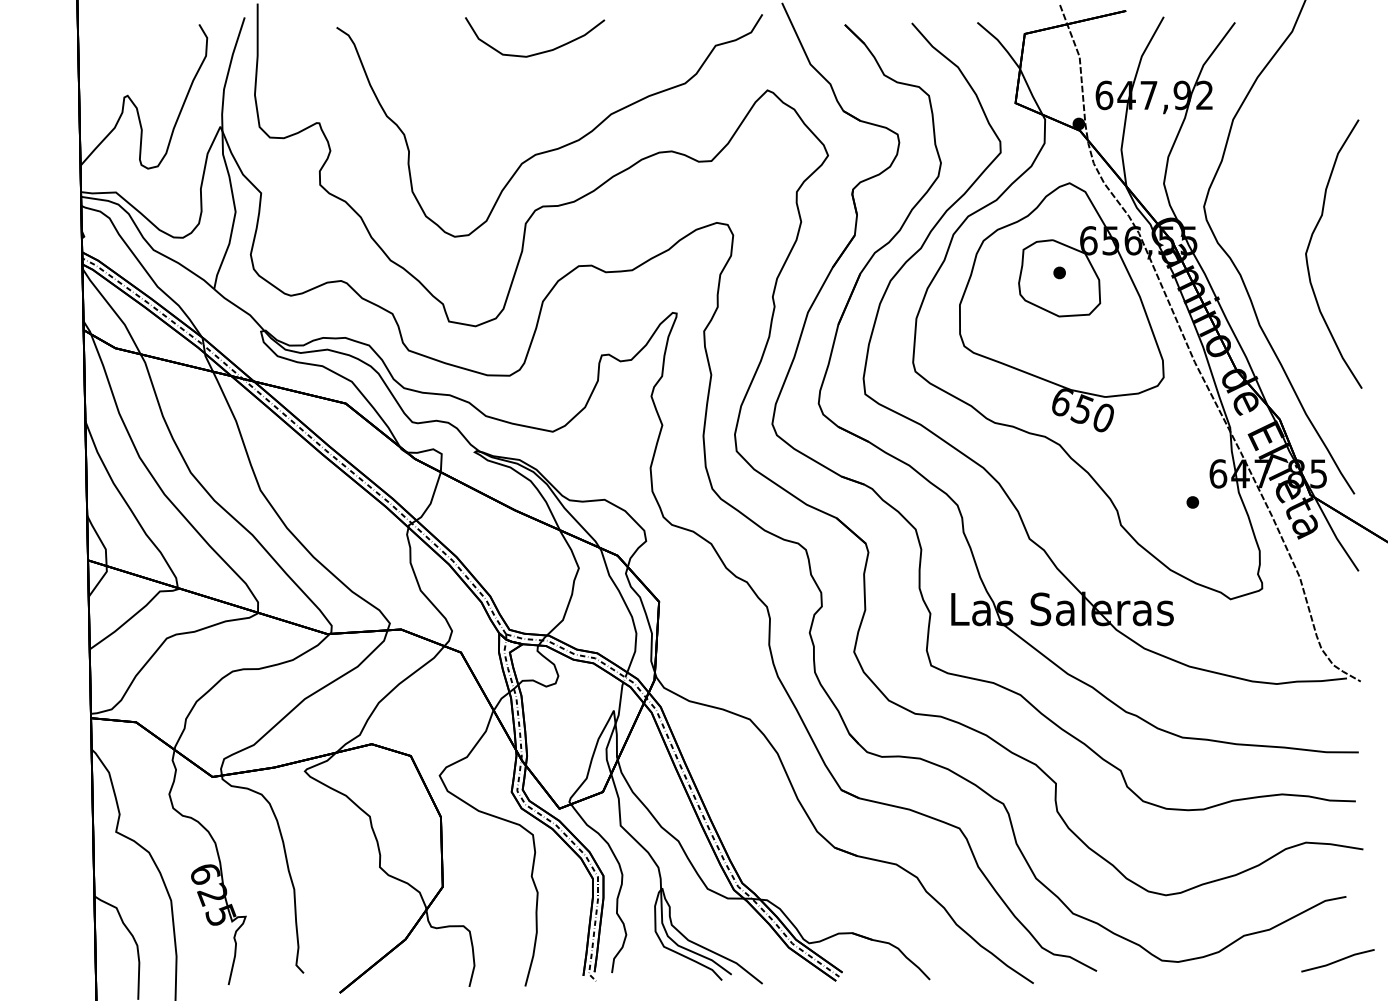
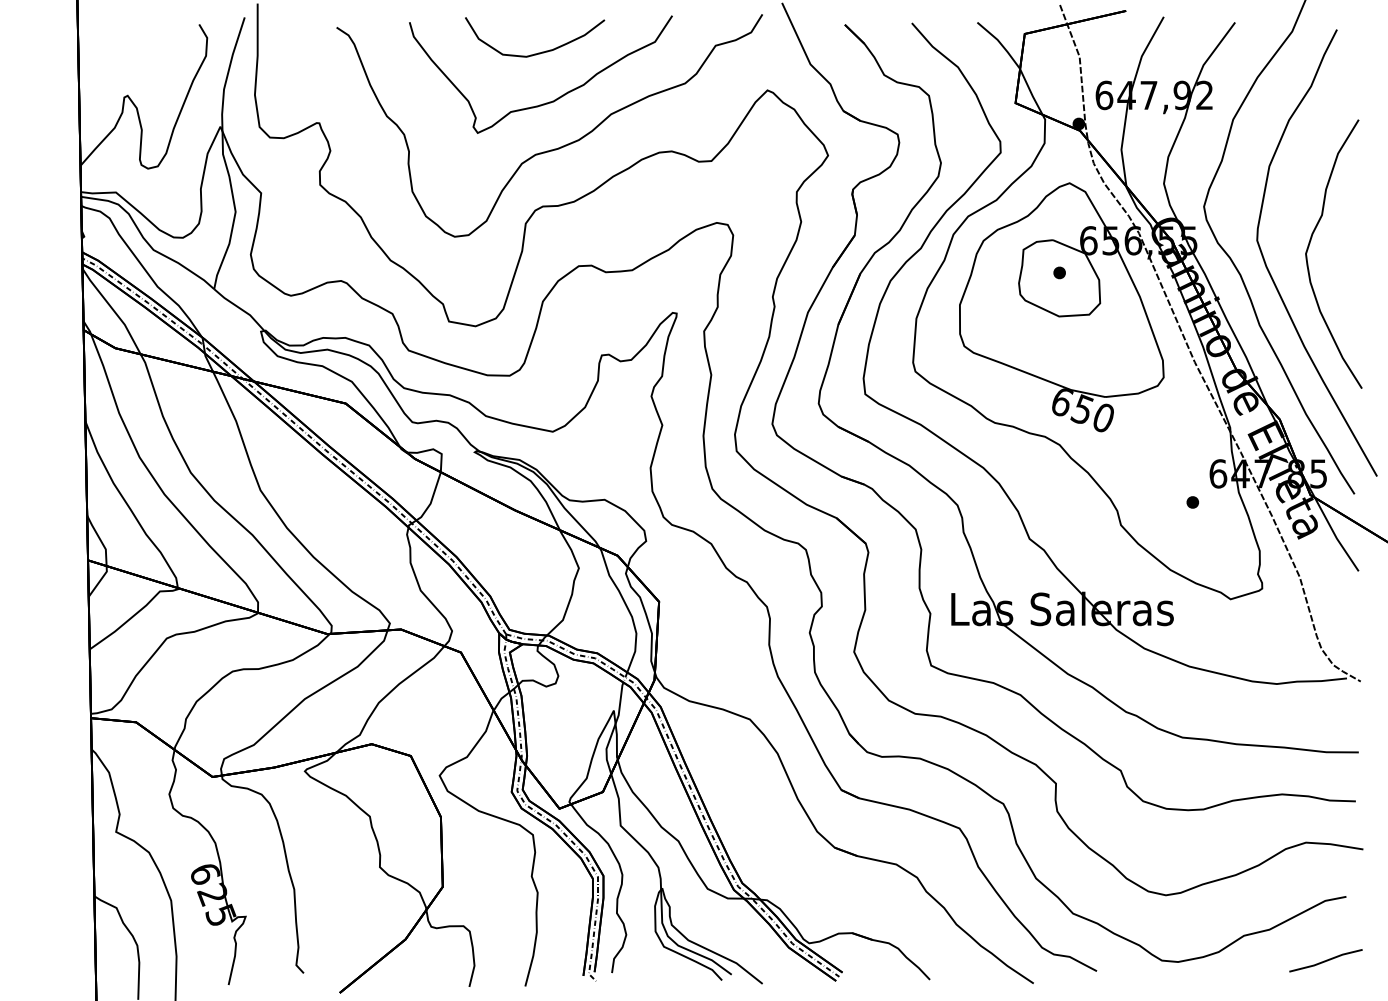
curve at (549, 101): none -> present
curve at (1271, 274): none -> present
line at (1337, 960) position: (1337, 960) -> (1325, 960)
